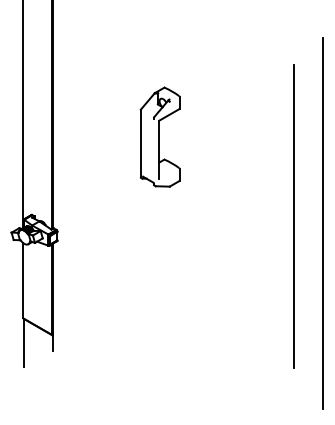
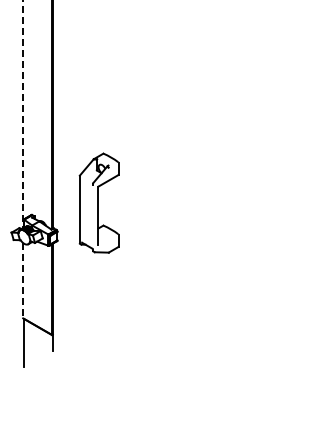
line at (23, 114): solid -> dashed
part at (159, 136) position: (159, 136) -> (98, 202)
line at (293, 215): present -> none
line at (322, 223): present -> none
line at (23, 280): solid -> dashed
